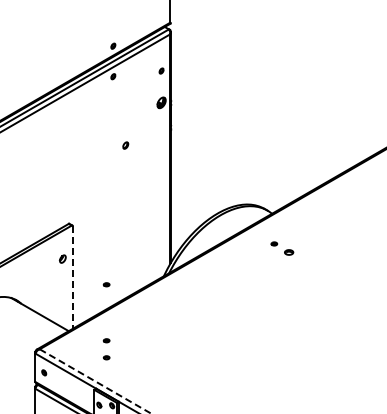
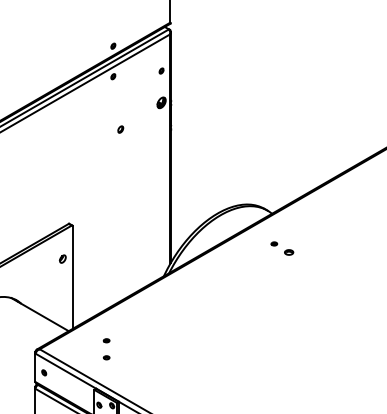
part at (125, 145) position: (125, 145) -> (120, 129)
line at (72, 278): dashed -> solid
part at (106, 284): present -> none
line at (96, 381): dashed -> solid
